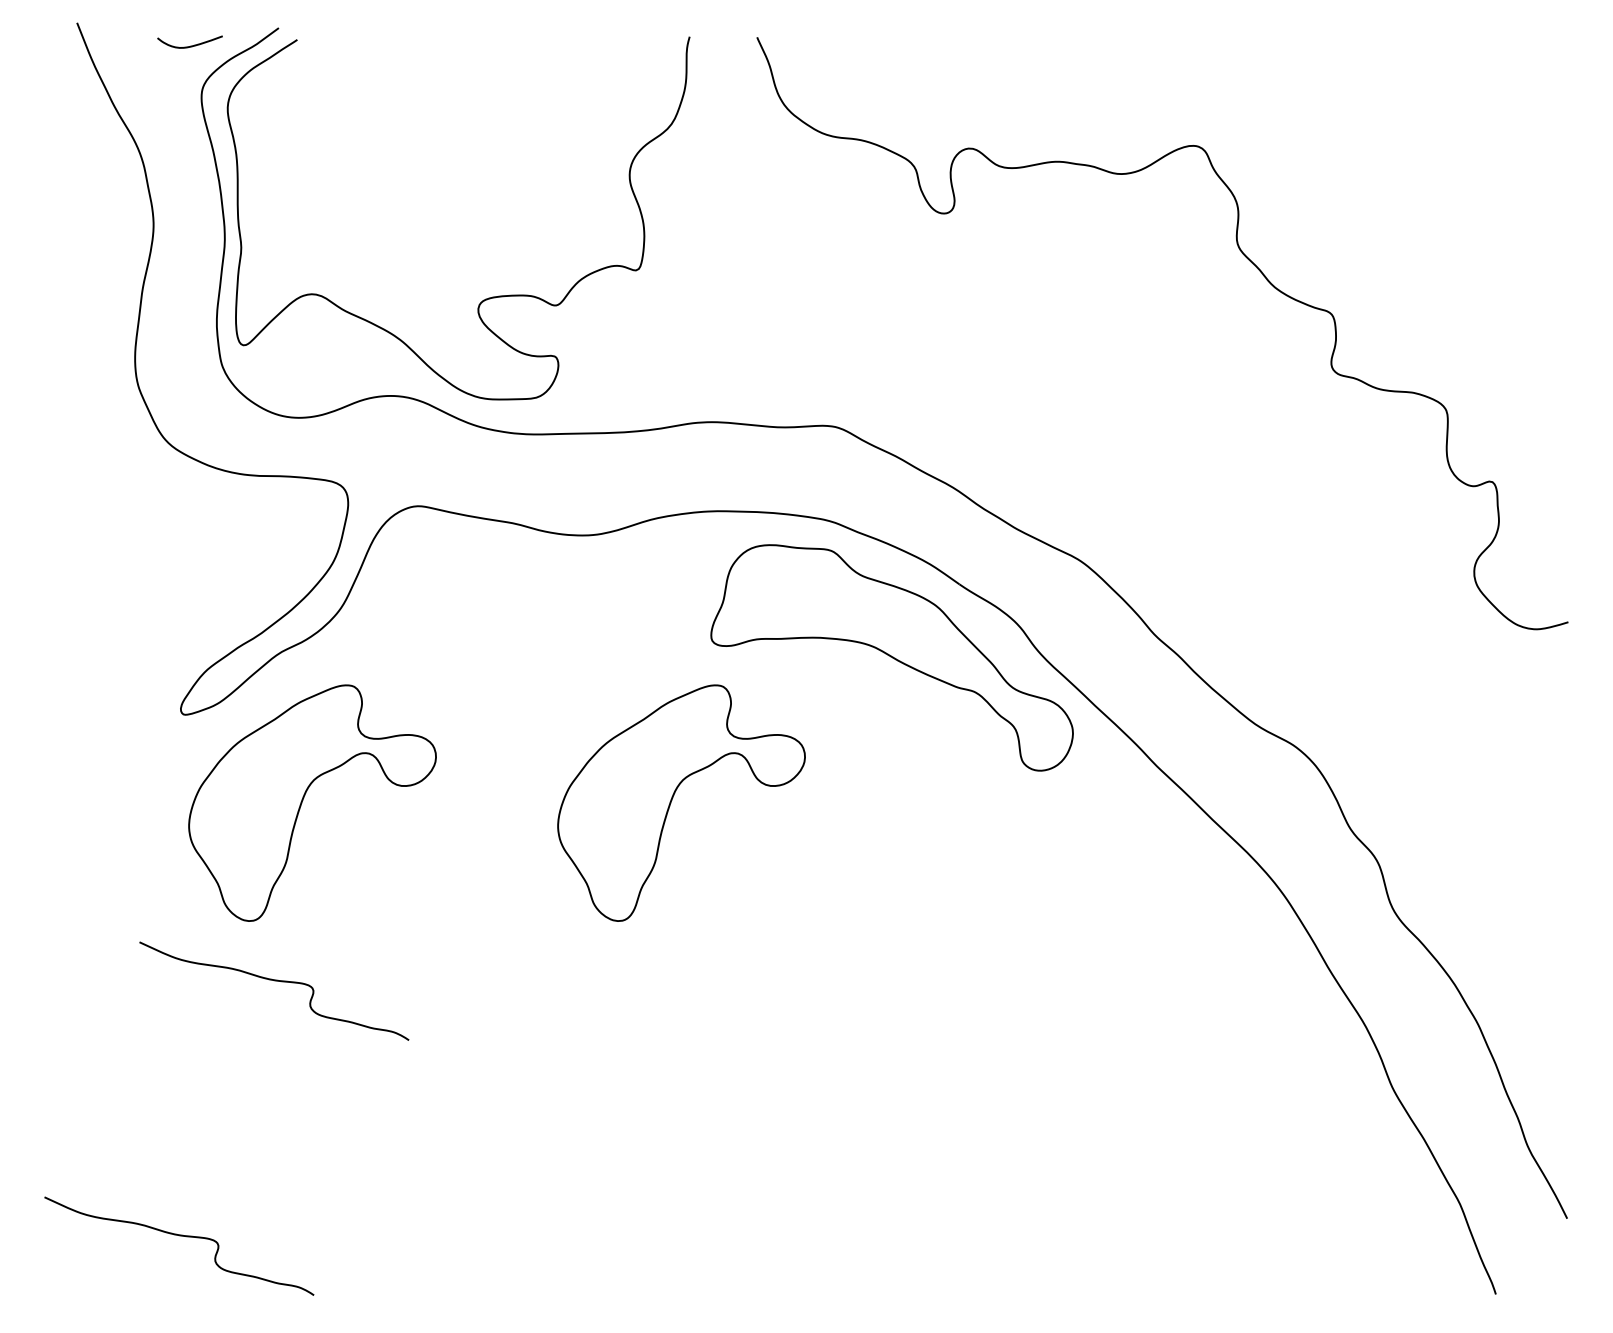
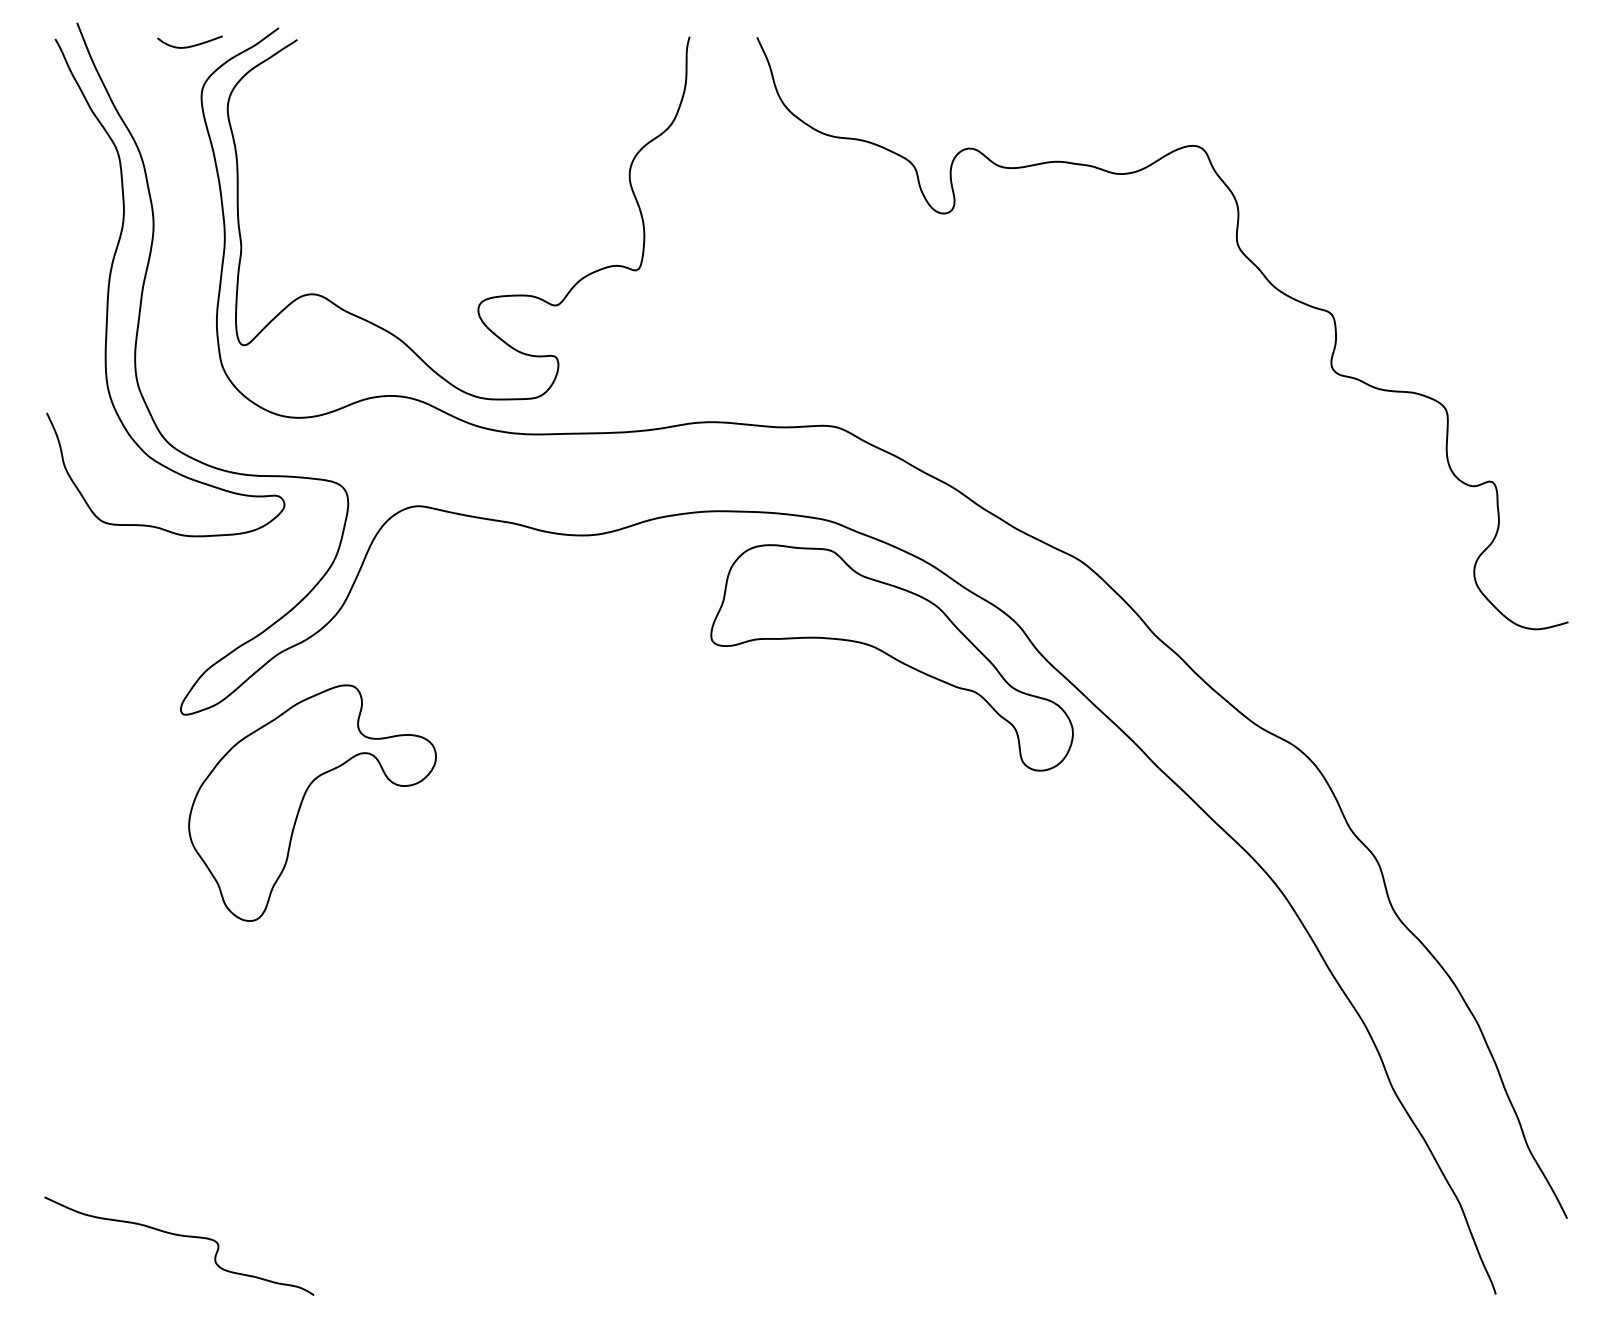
curve at (110, 282): none -> present
part at (672, 800): present -> none
curve at (274, 981): present -> none
